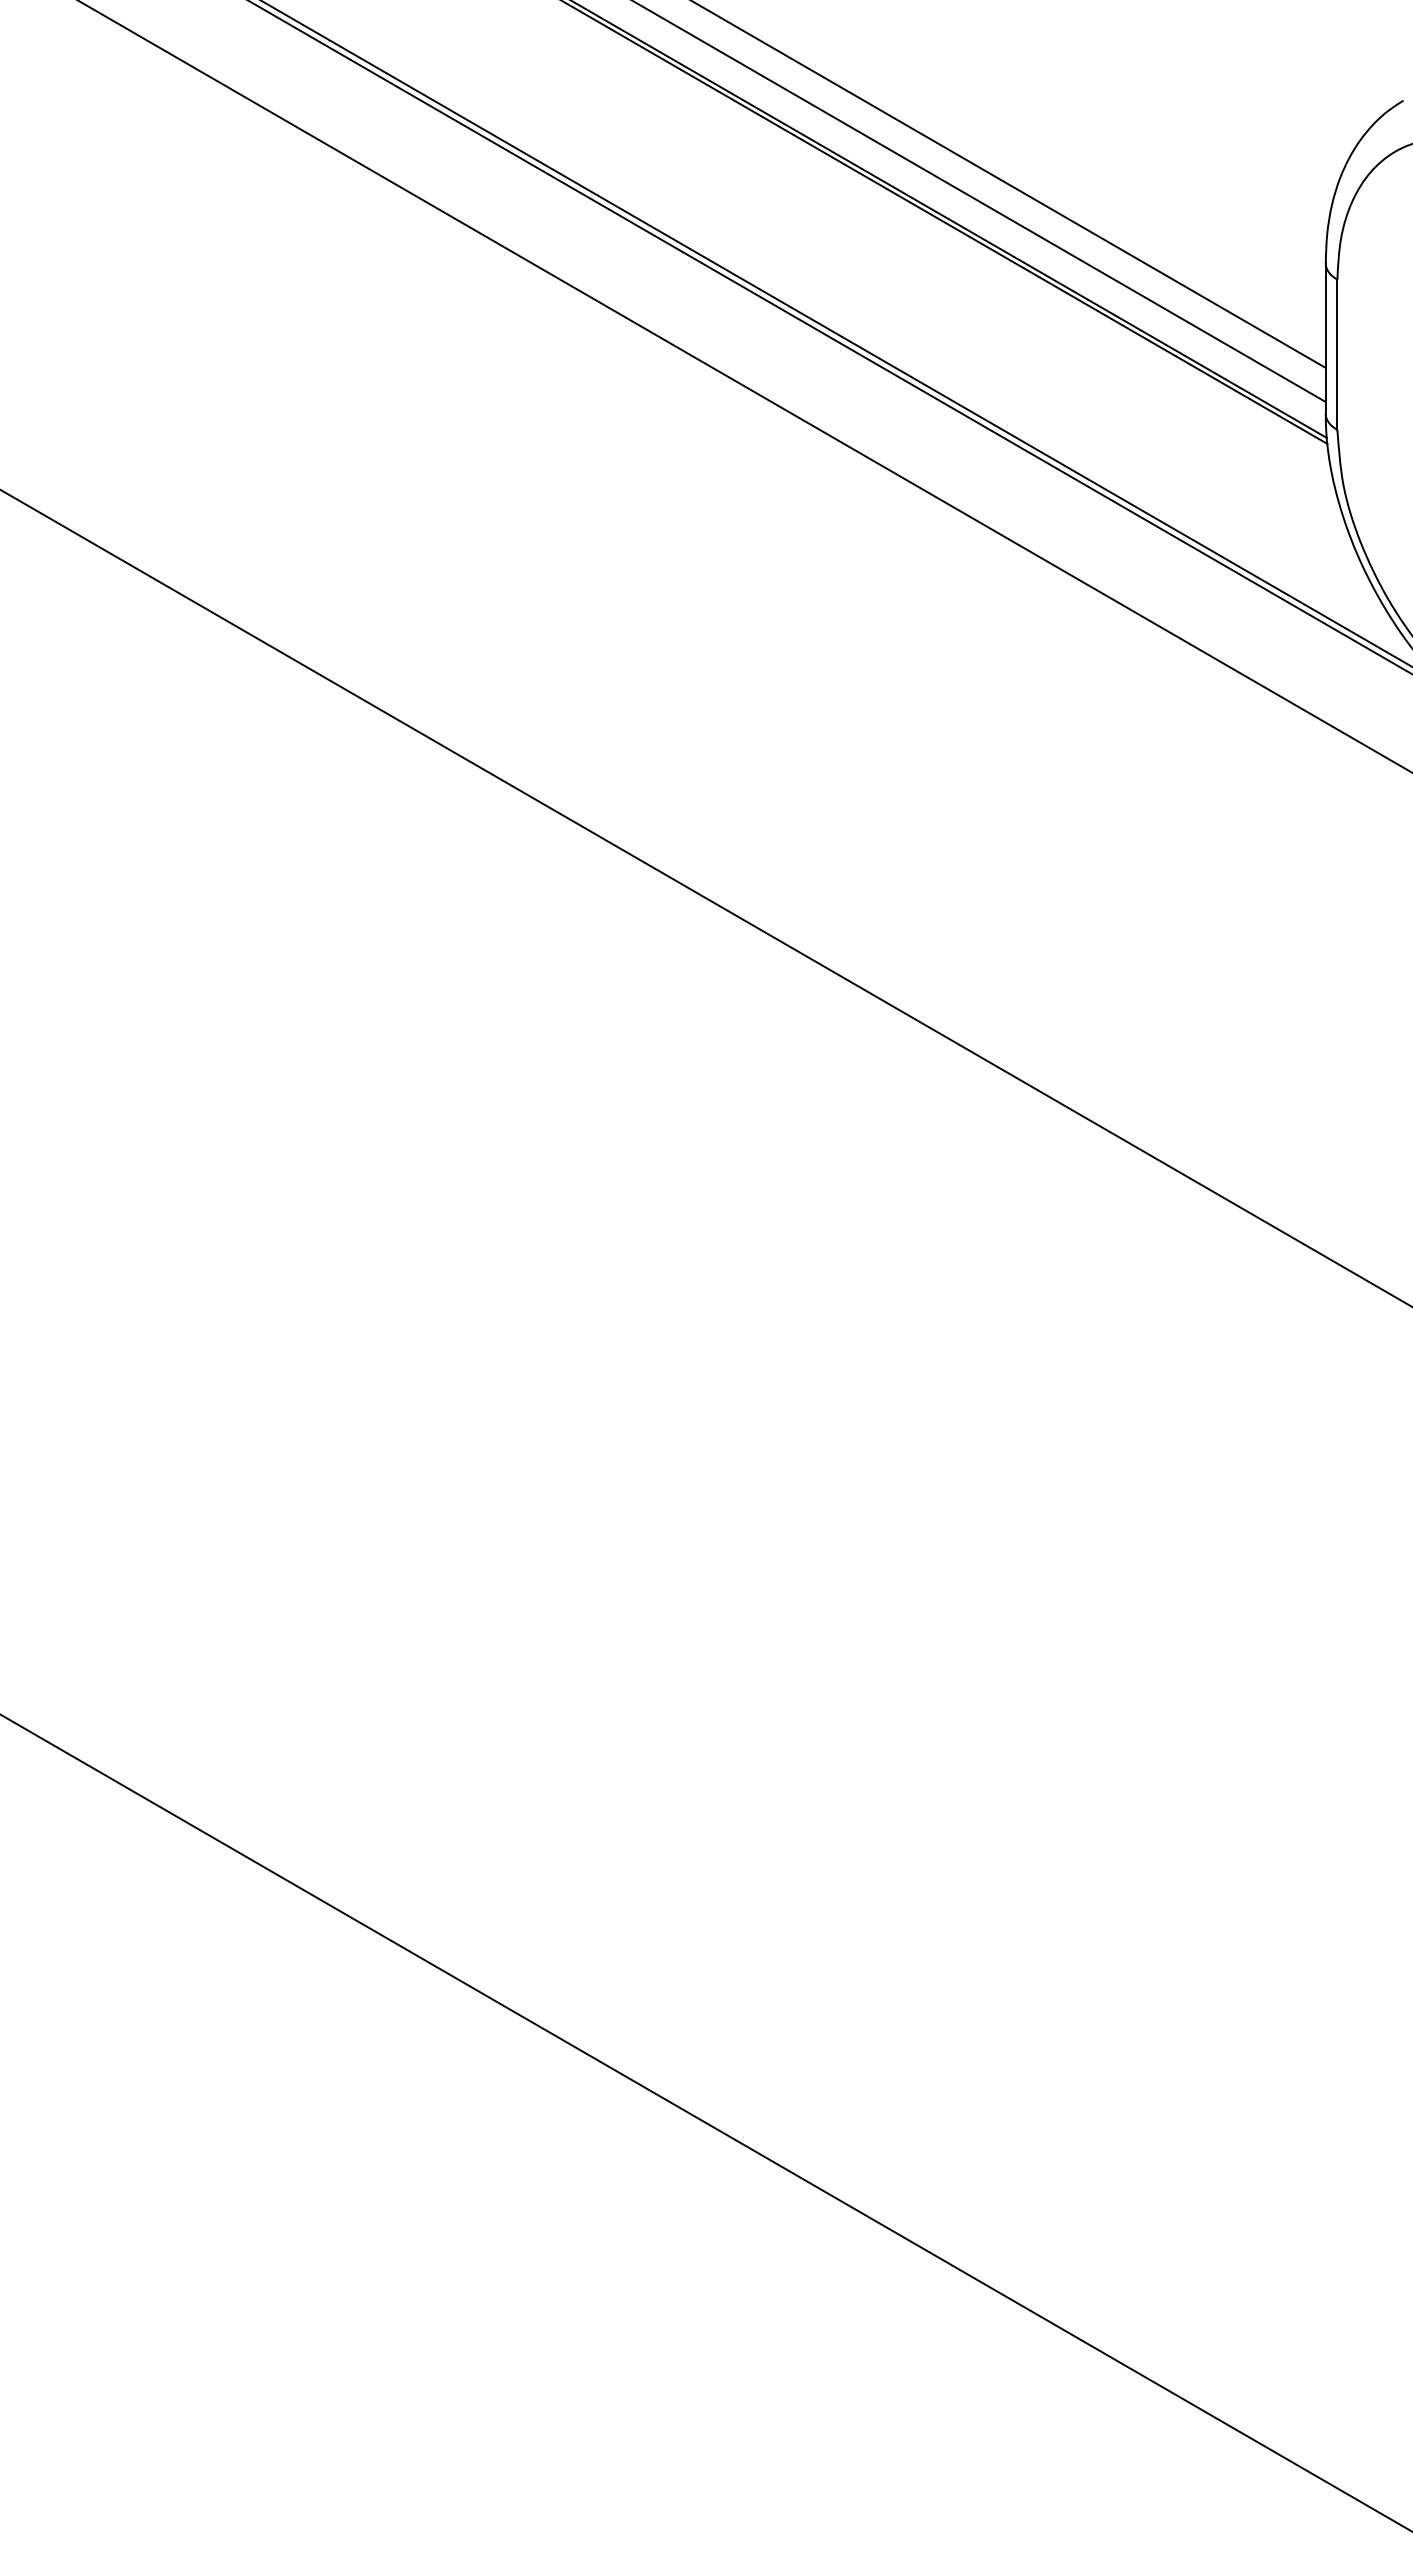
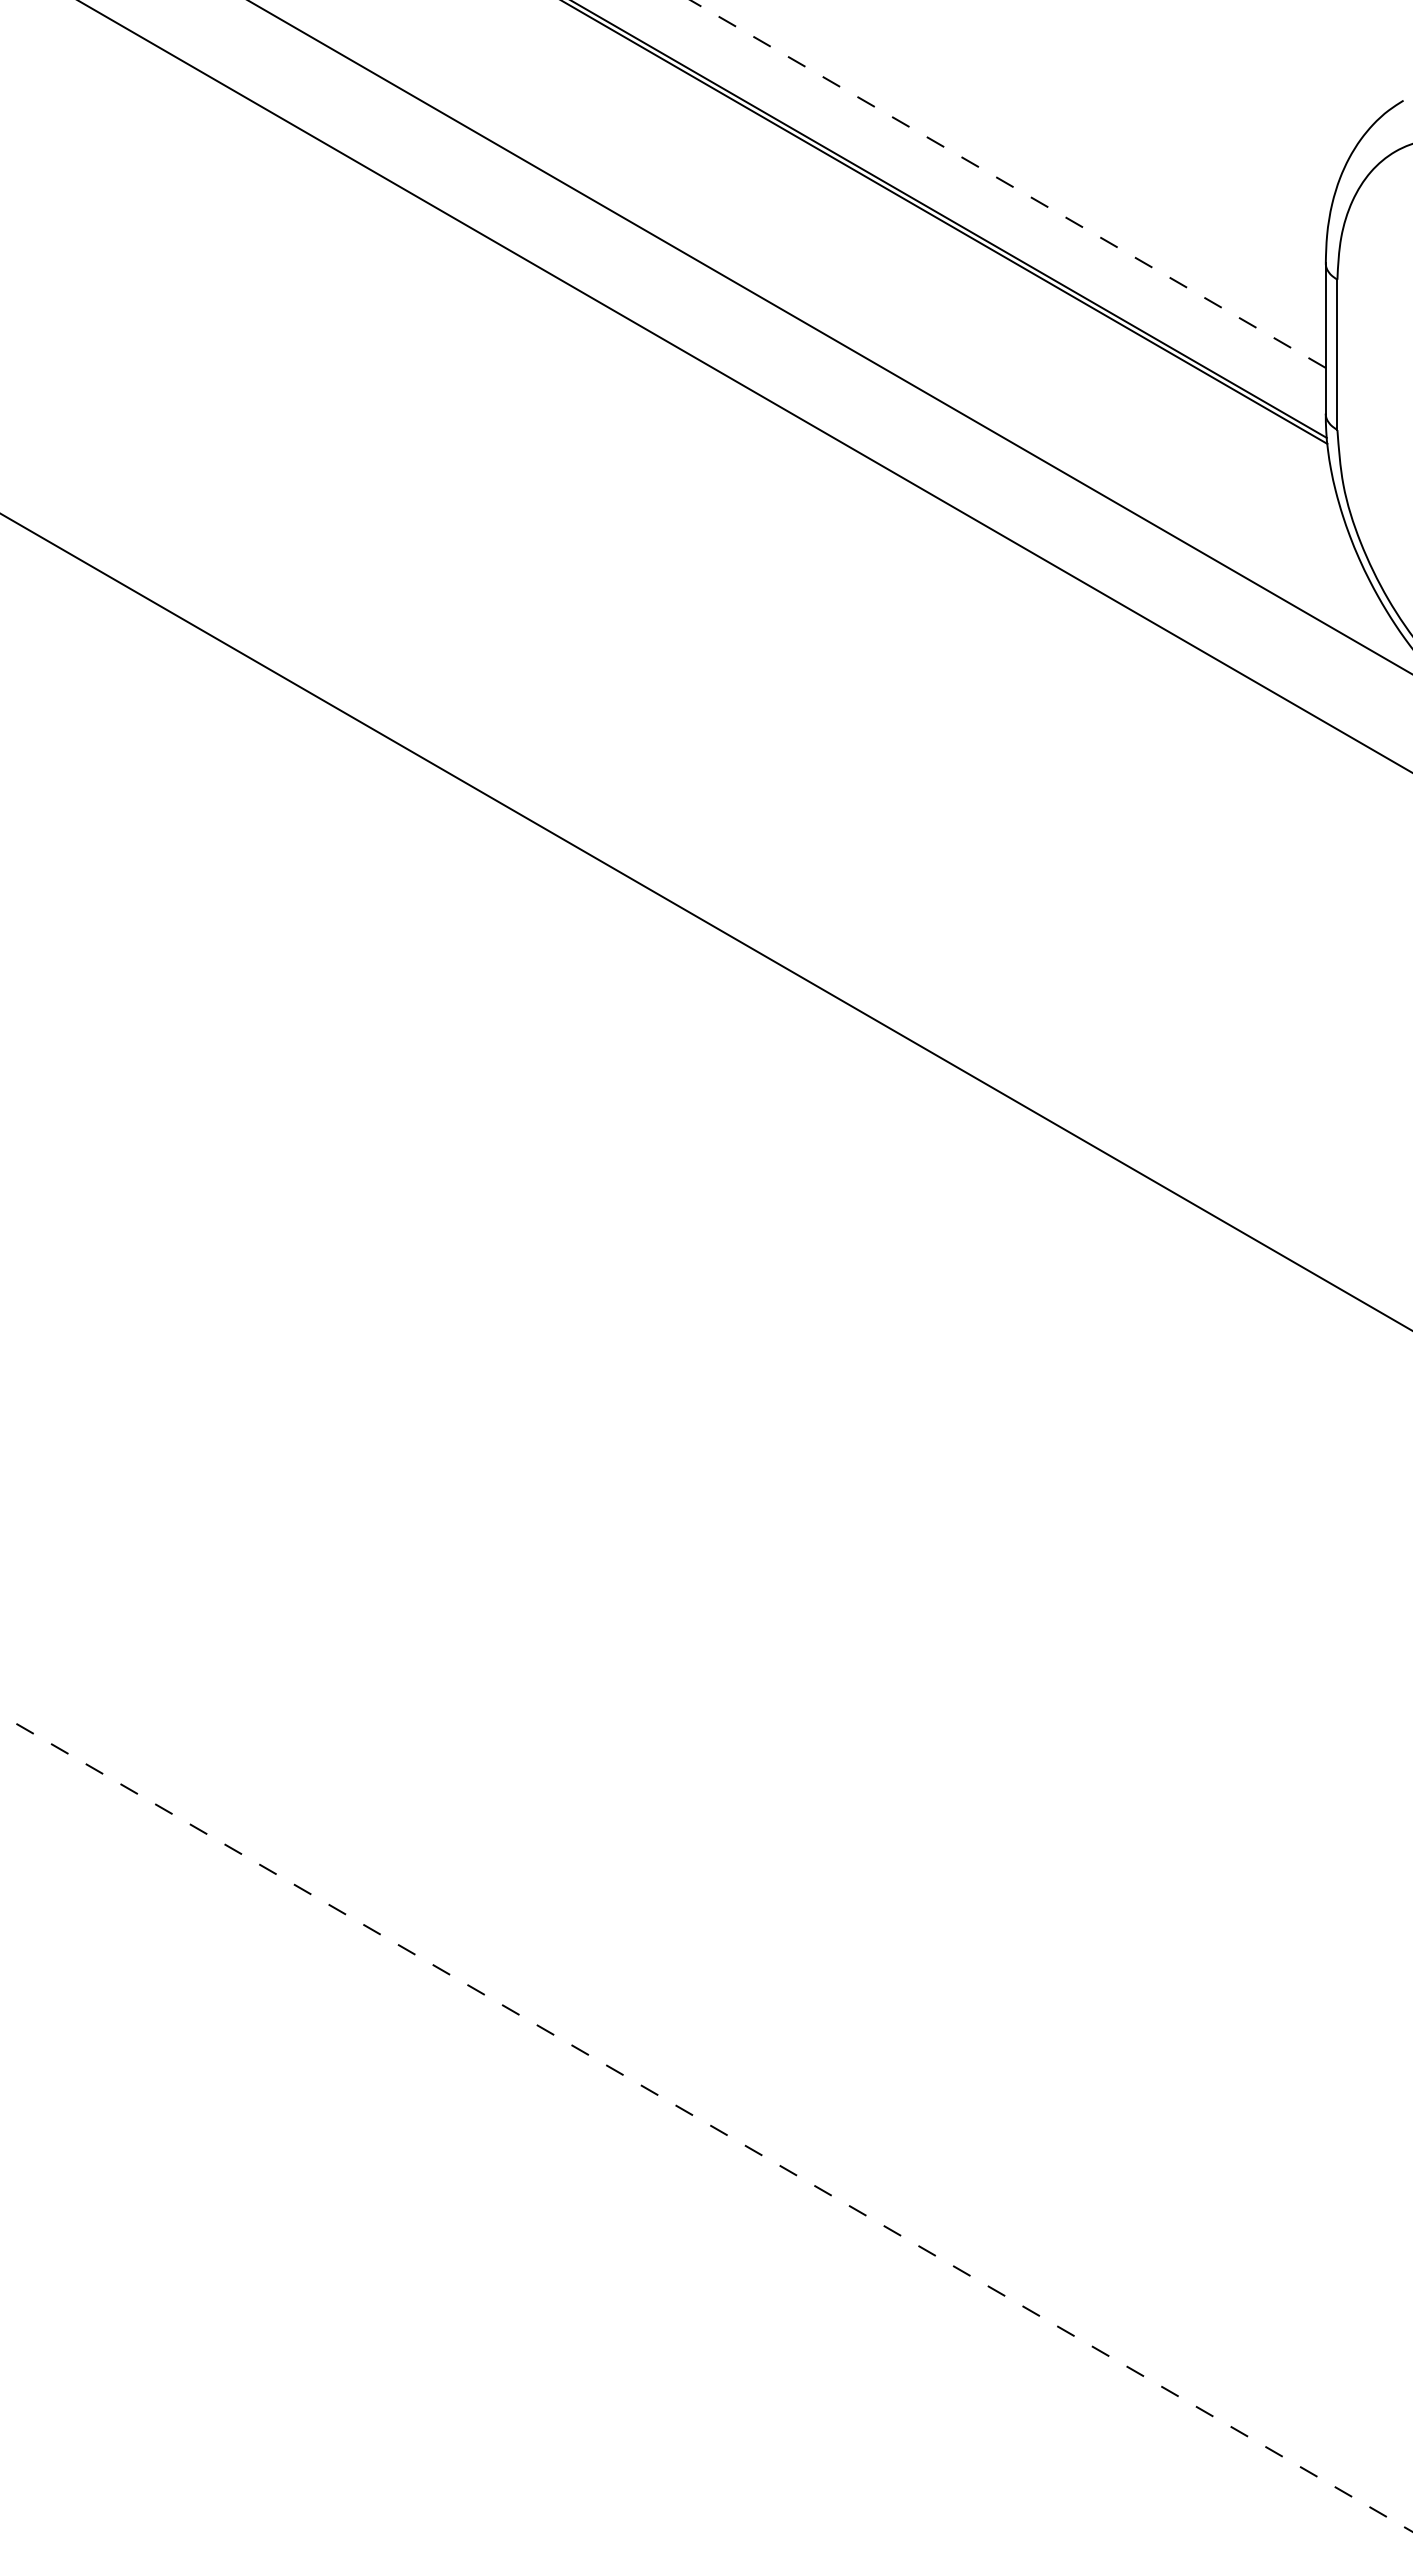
line at (1008, 184): solid -> dashed
line at (980, 202): present -> none
line at (836, 333): present -> none
line at (705, 897) position: (705, 897) -> (705, 921)
line at (706, 2123): solid -> dashed
